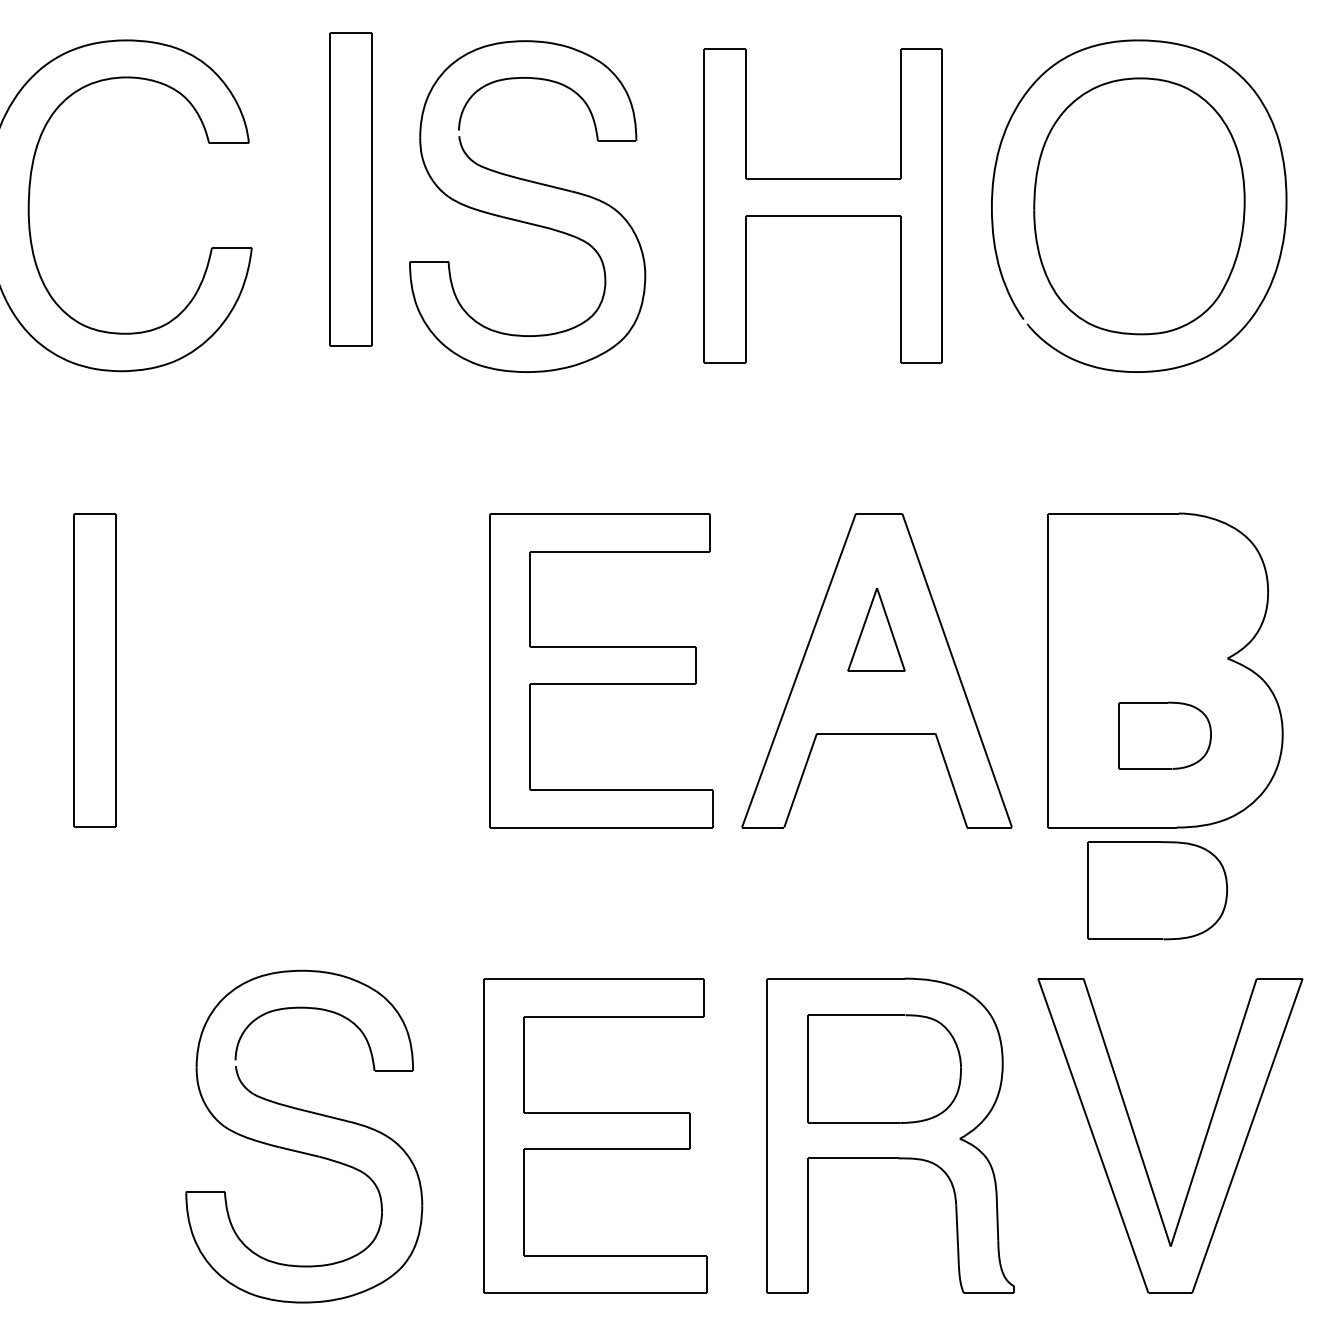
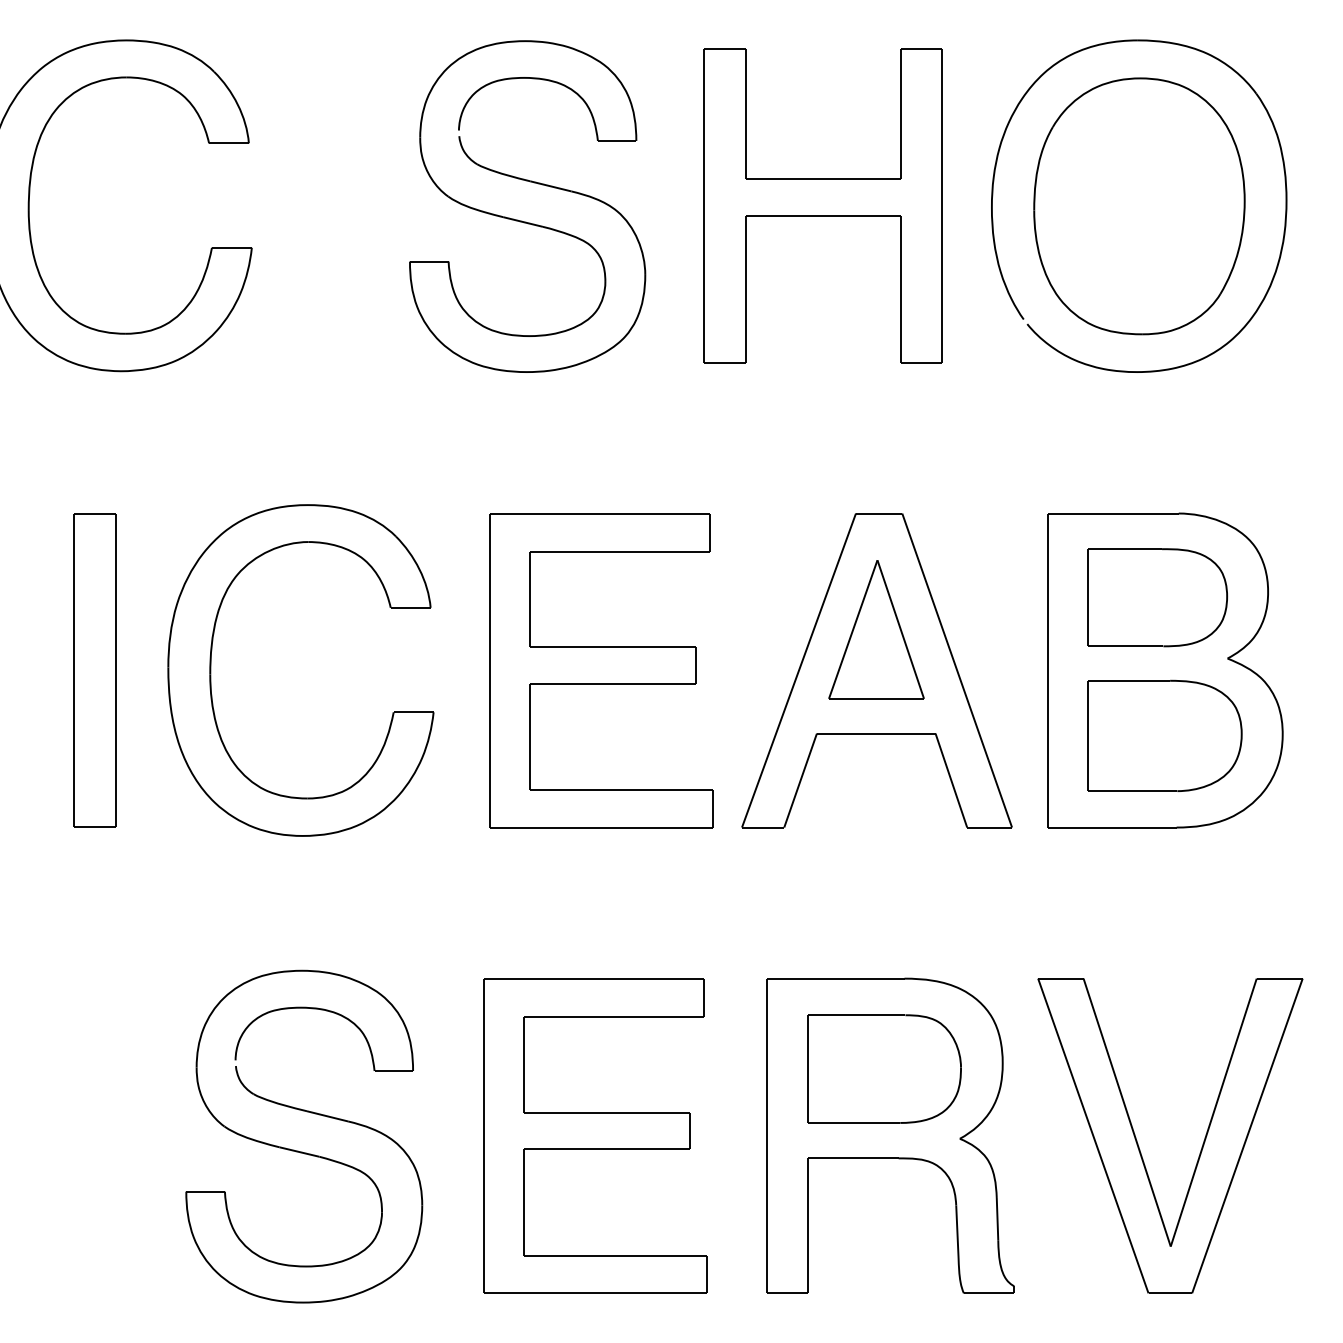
part at (350, 189): present -> none
part at (876, 629) size: 59x84 px -> 97x140 px
part at (211, 670): none -> present
part at (1164, 735) size: 94x69 px -> 156x113 px
part at (1157, 890) position: (1157, 890) -> (1157, 597)
